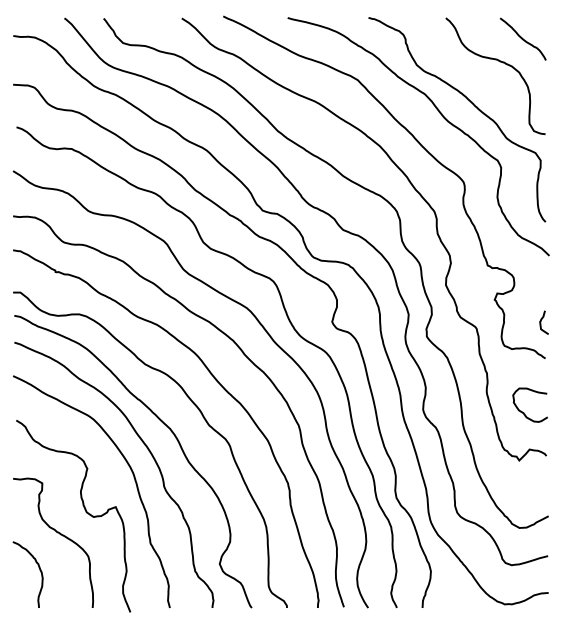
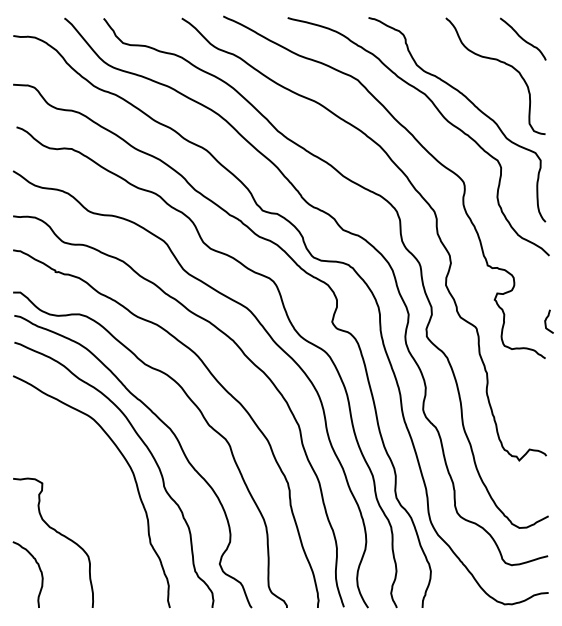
curve at (541, 322) position: (541, 322) -> (546, 321)
curve at (524, 412): present -> none
curve at (84, 510): present -> none
